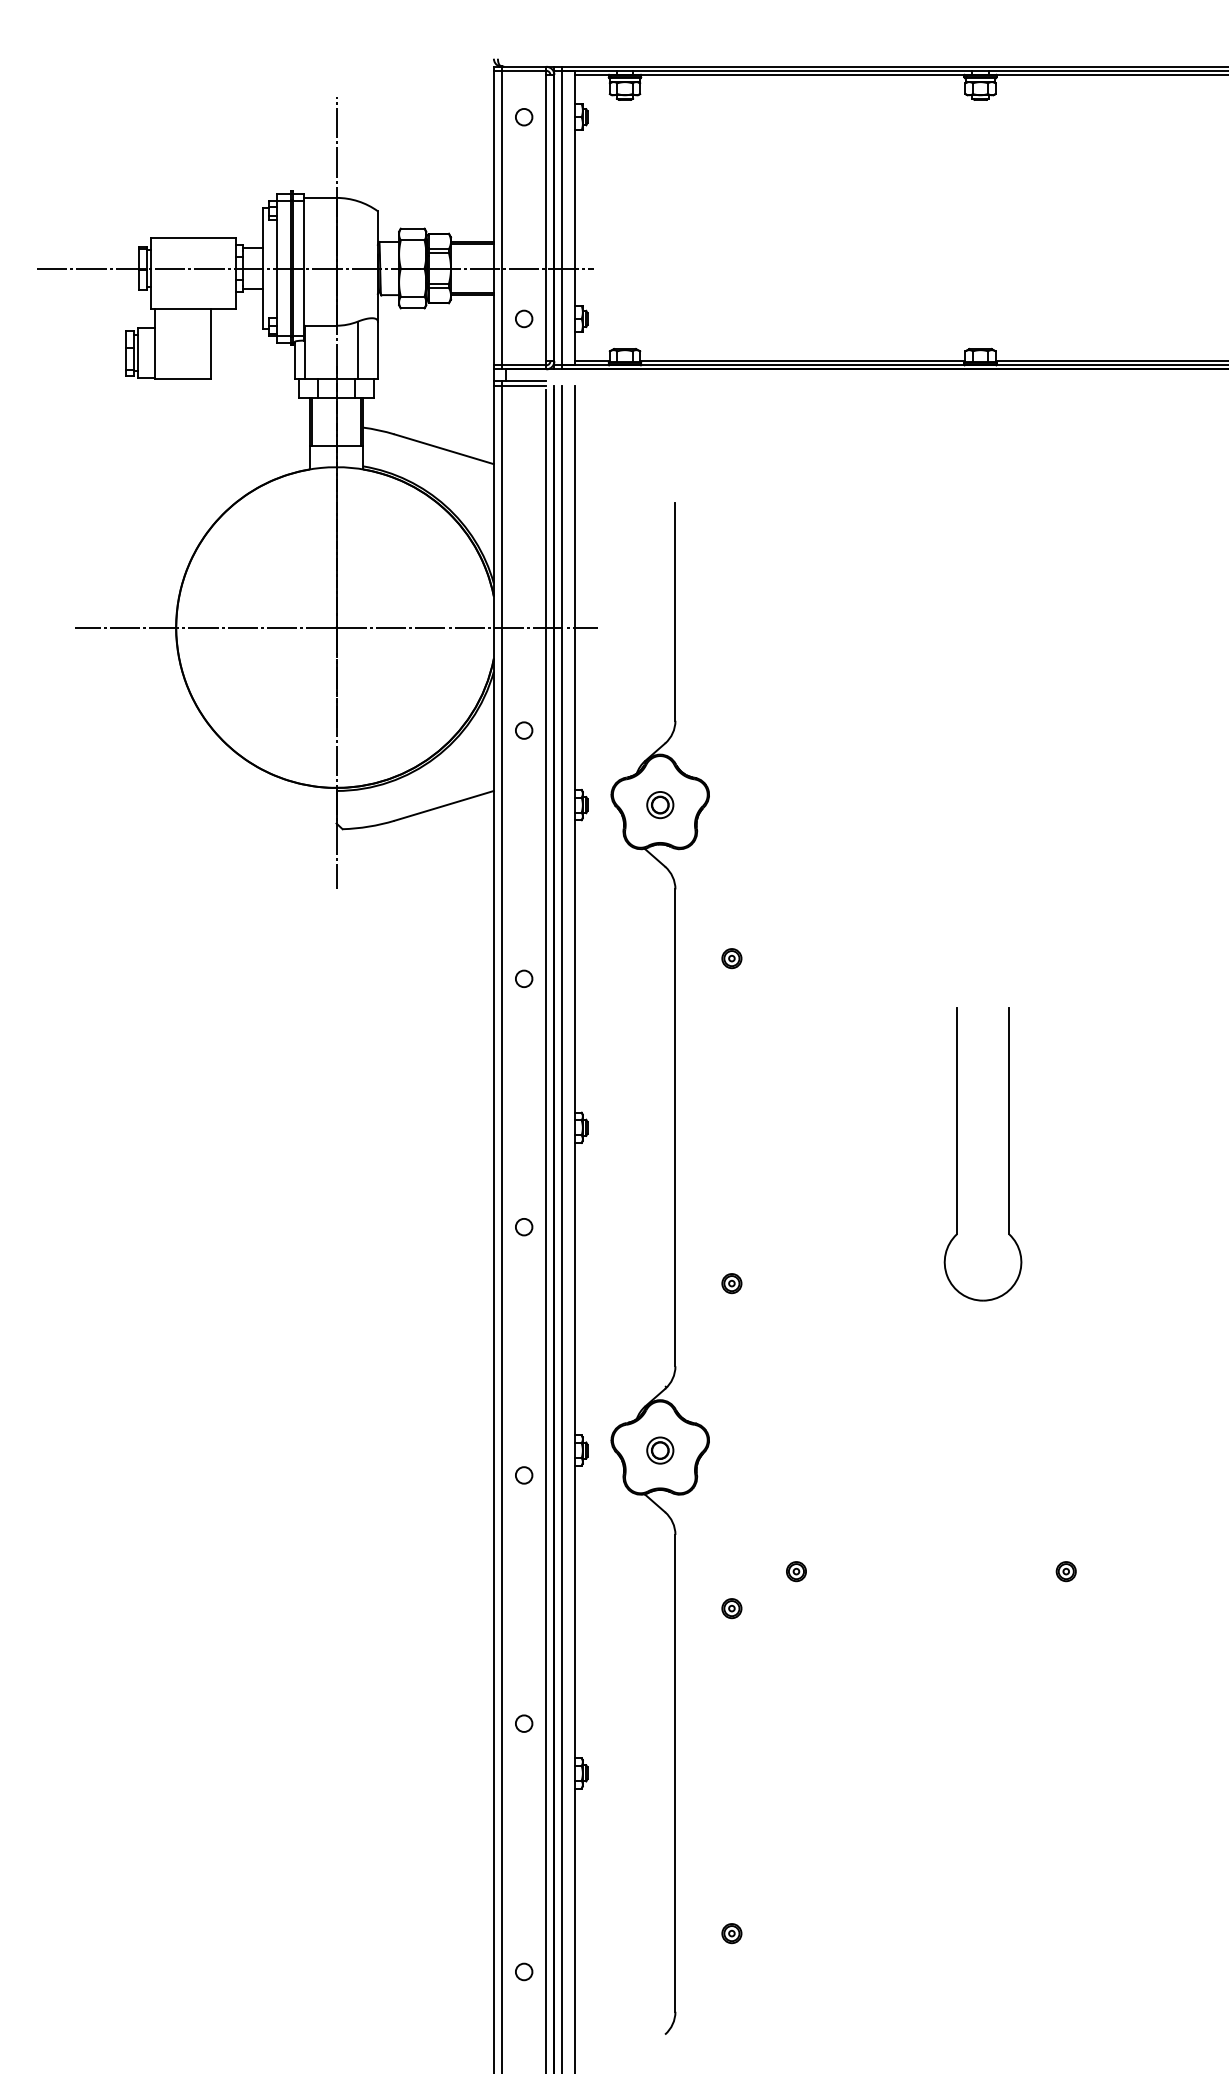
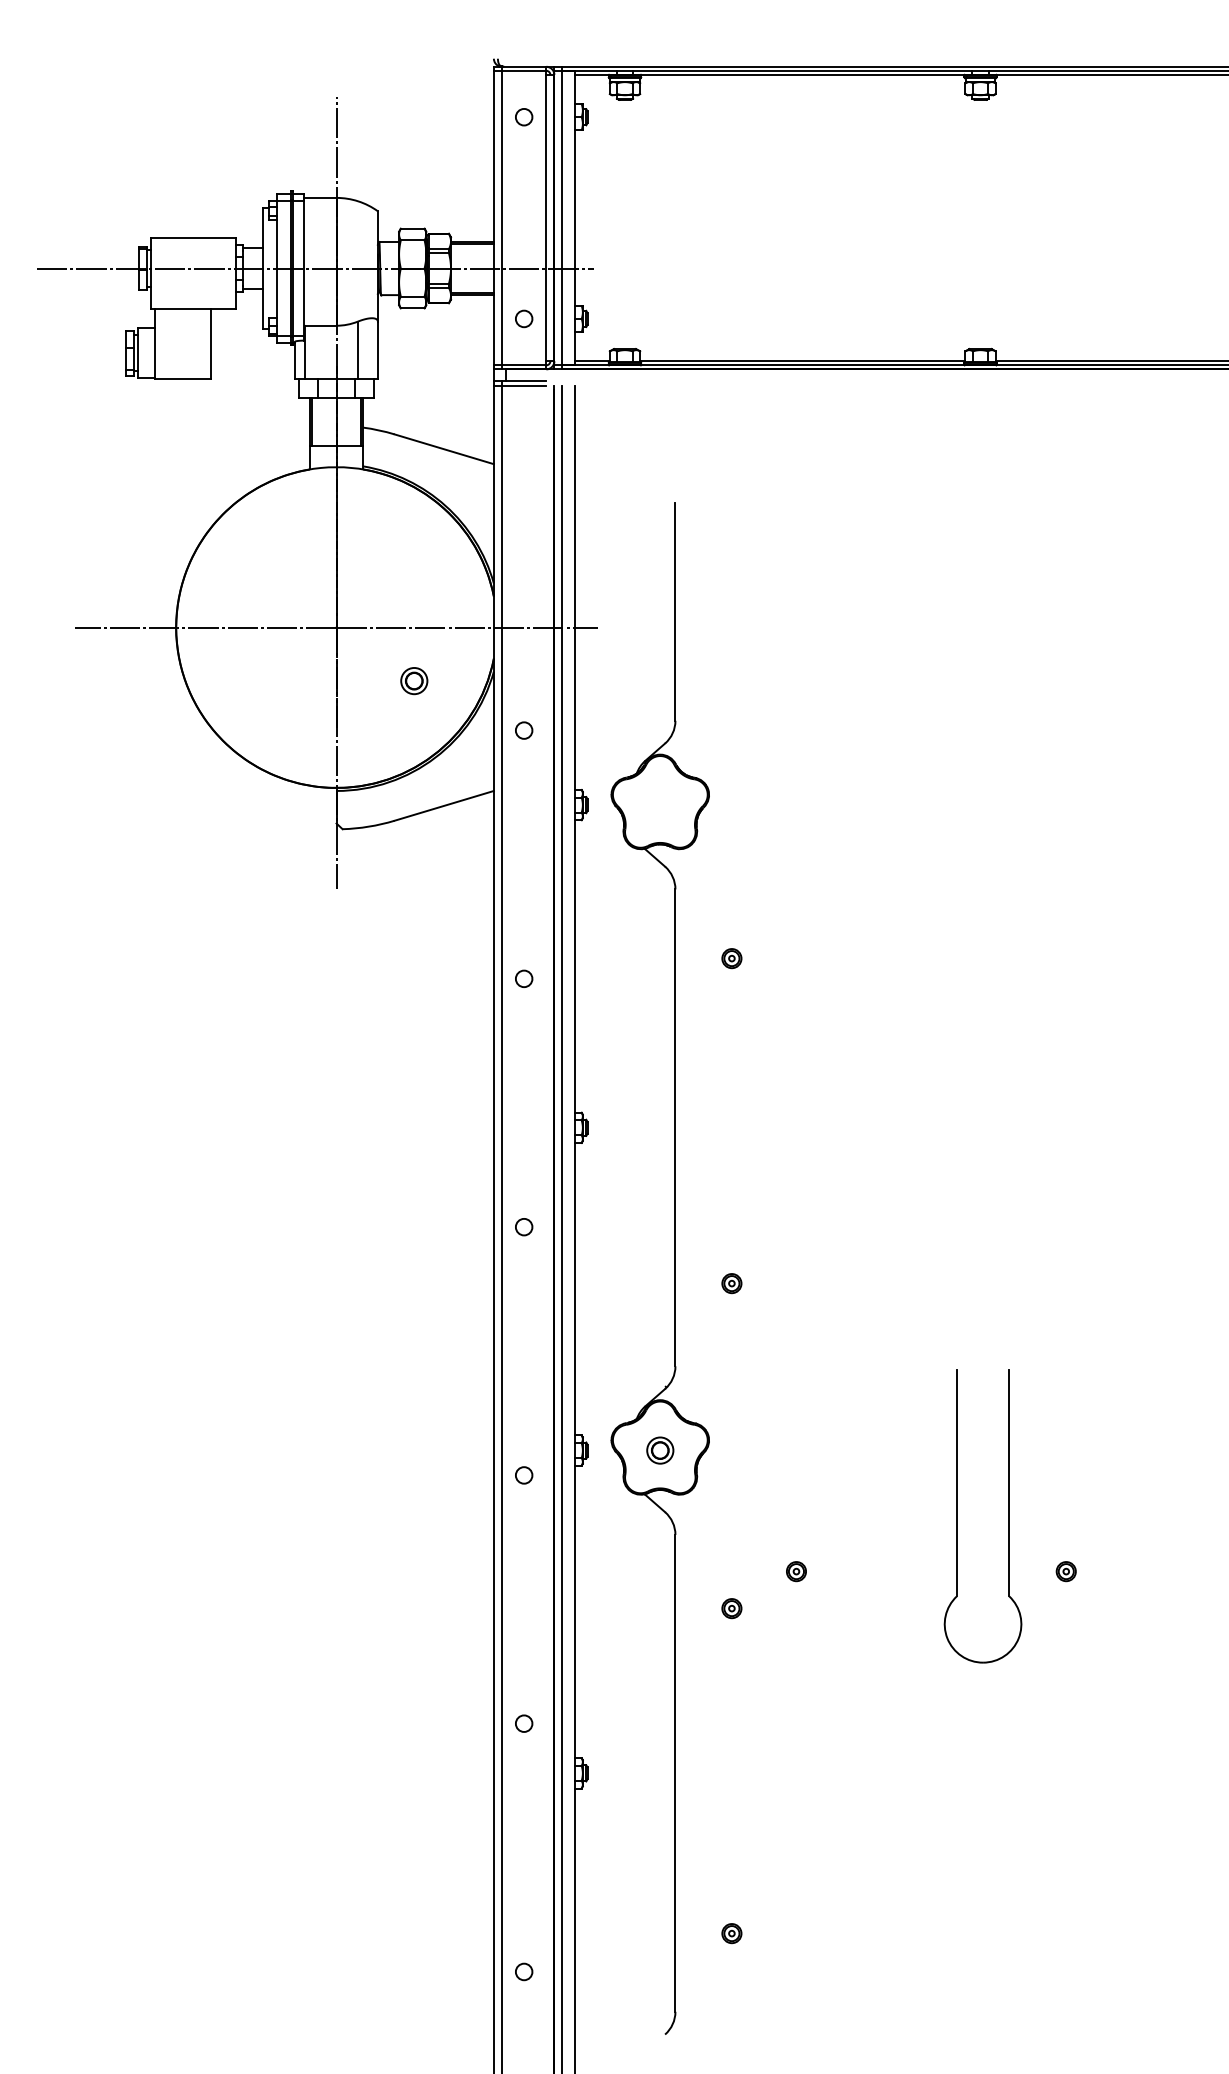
part at (660, 805) position: (660, 805) -> (414, 681)
part at (957, 1154) position: (957, 1154) -> (957, 1516)
line at (546, 1229): present -> none
